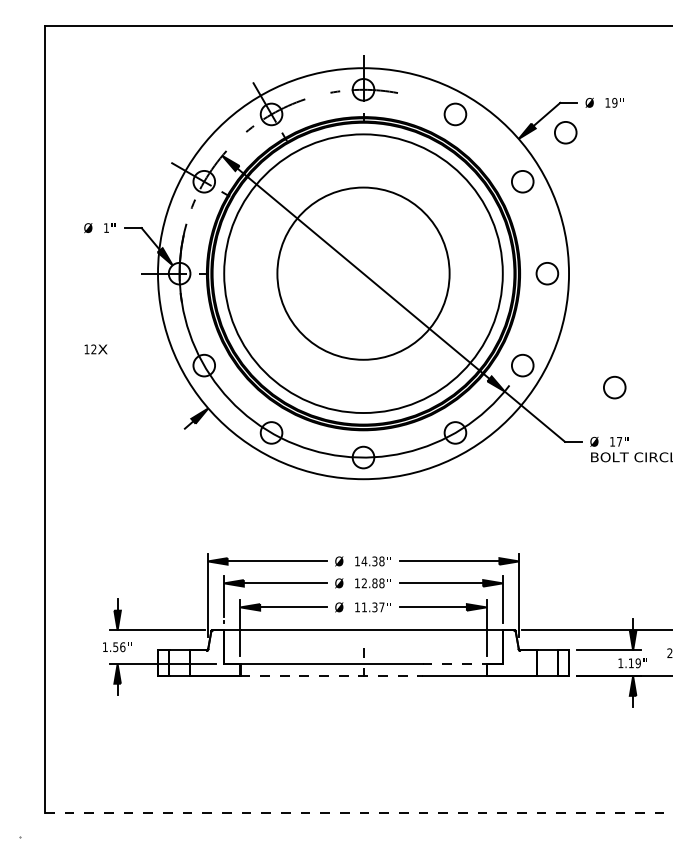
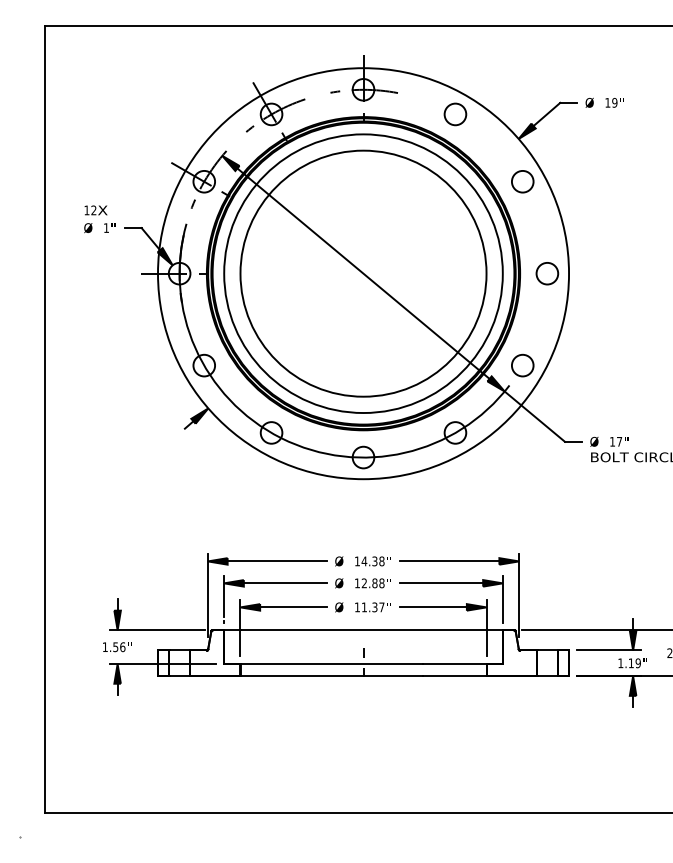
circle at (565, 132): present -> none
circle at (363, 273) diameter: 172 px -> 246 px
text at (95, 349) position: (95, 349) -> (95, 210)
circle at (614, 387): present -> none
line at (455, 664): dashed -> solid
line at (331, 676): dashed -> solid
line at (358, 812): dashed -> solid
